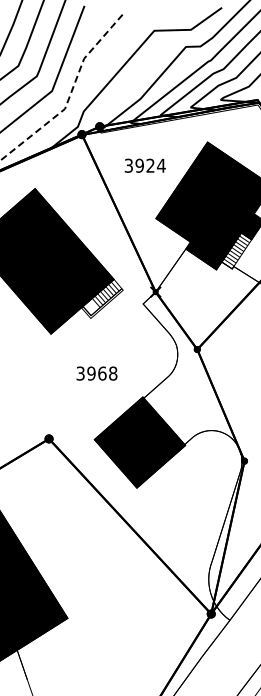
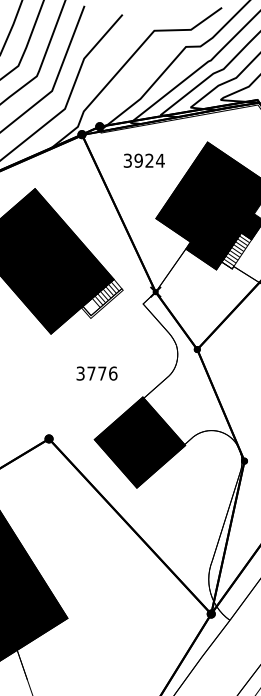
line at (70, 94): dashed -> solid
text at (144, 165) position: (144, 165) -> (143, 160)
text at (102, 373): 3968 -> 3776
